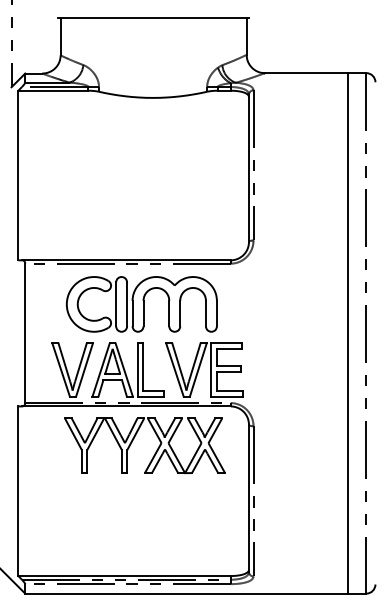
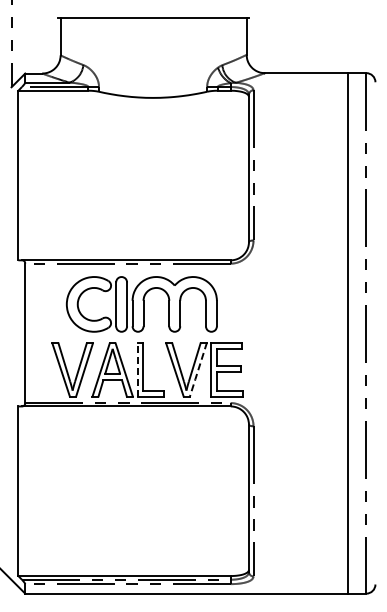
line at (137, 369): solid -> dashed
line at (198, 370): solid -> dashed
part at (135, 437): present -> none
